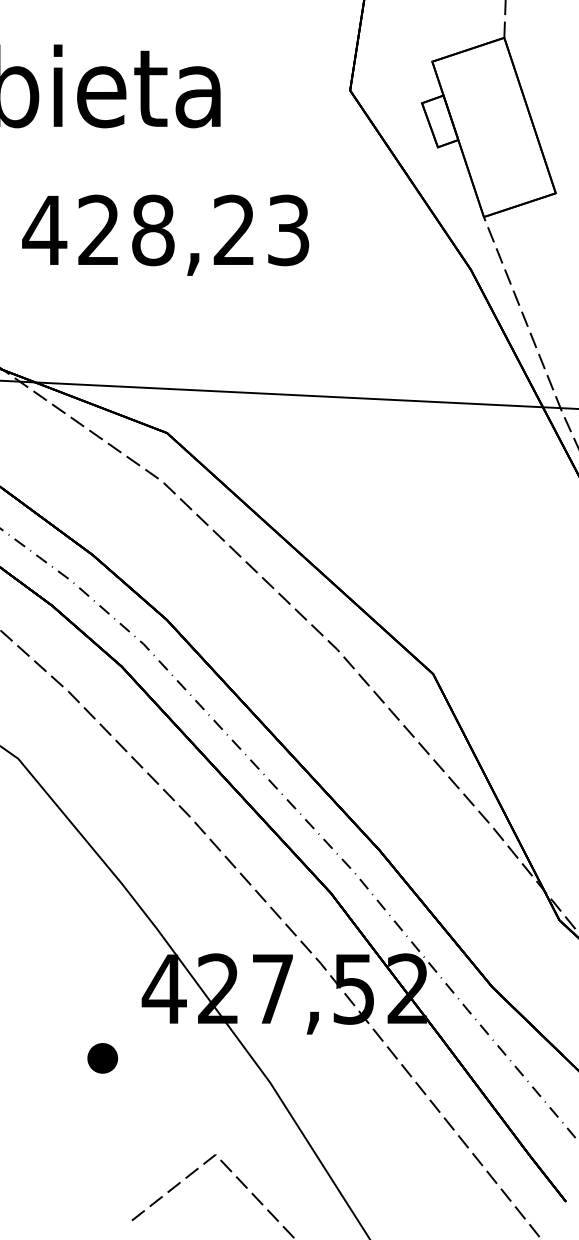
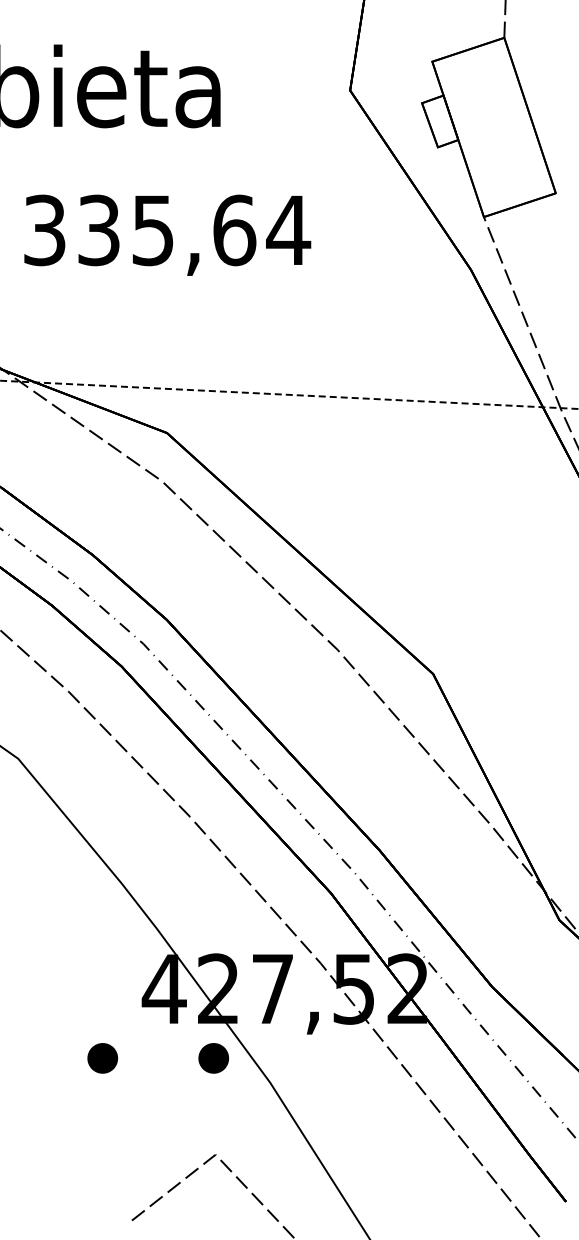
text at (166, 230): 428,23 -> 335,64
line at (288, 394): solid -> dashed
part at (213, 1058): none -> present
